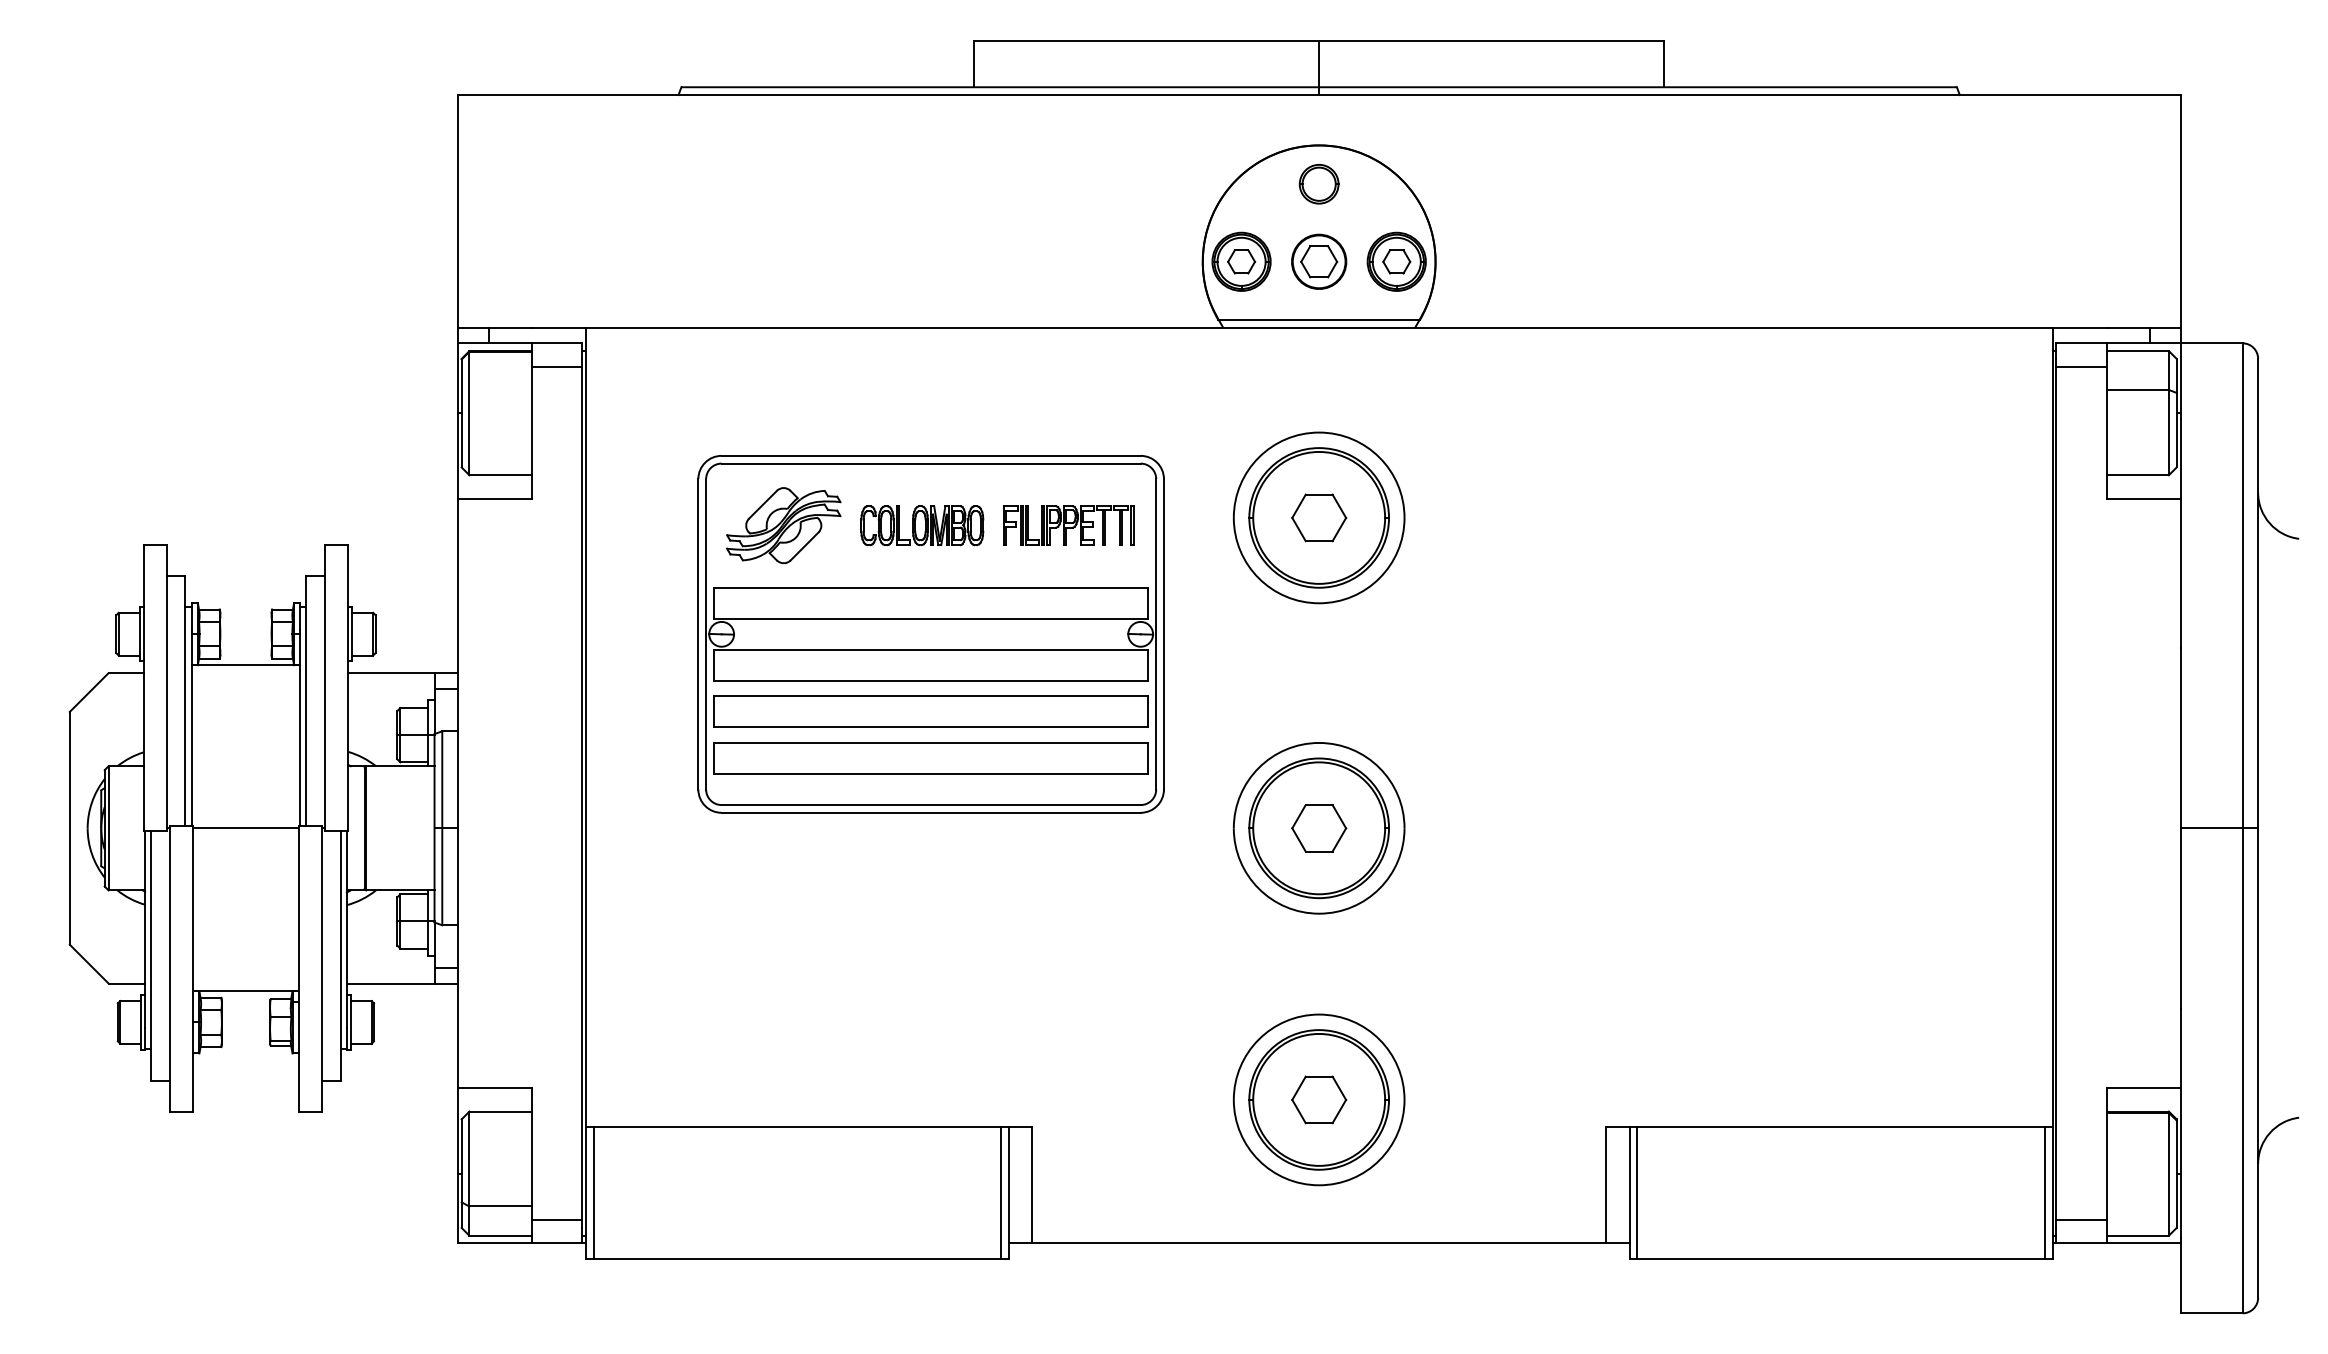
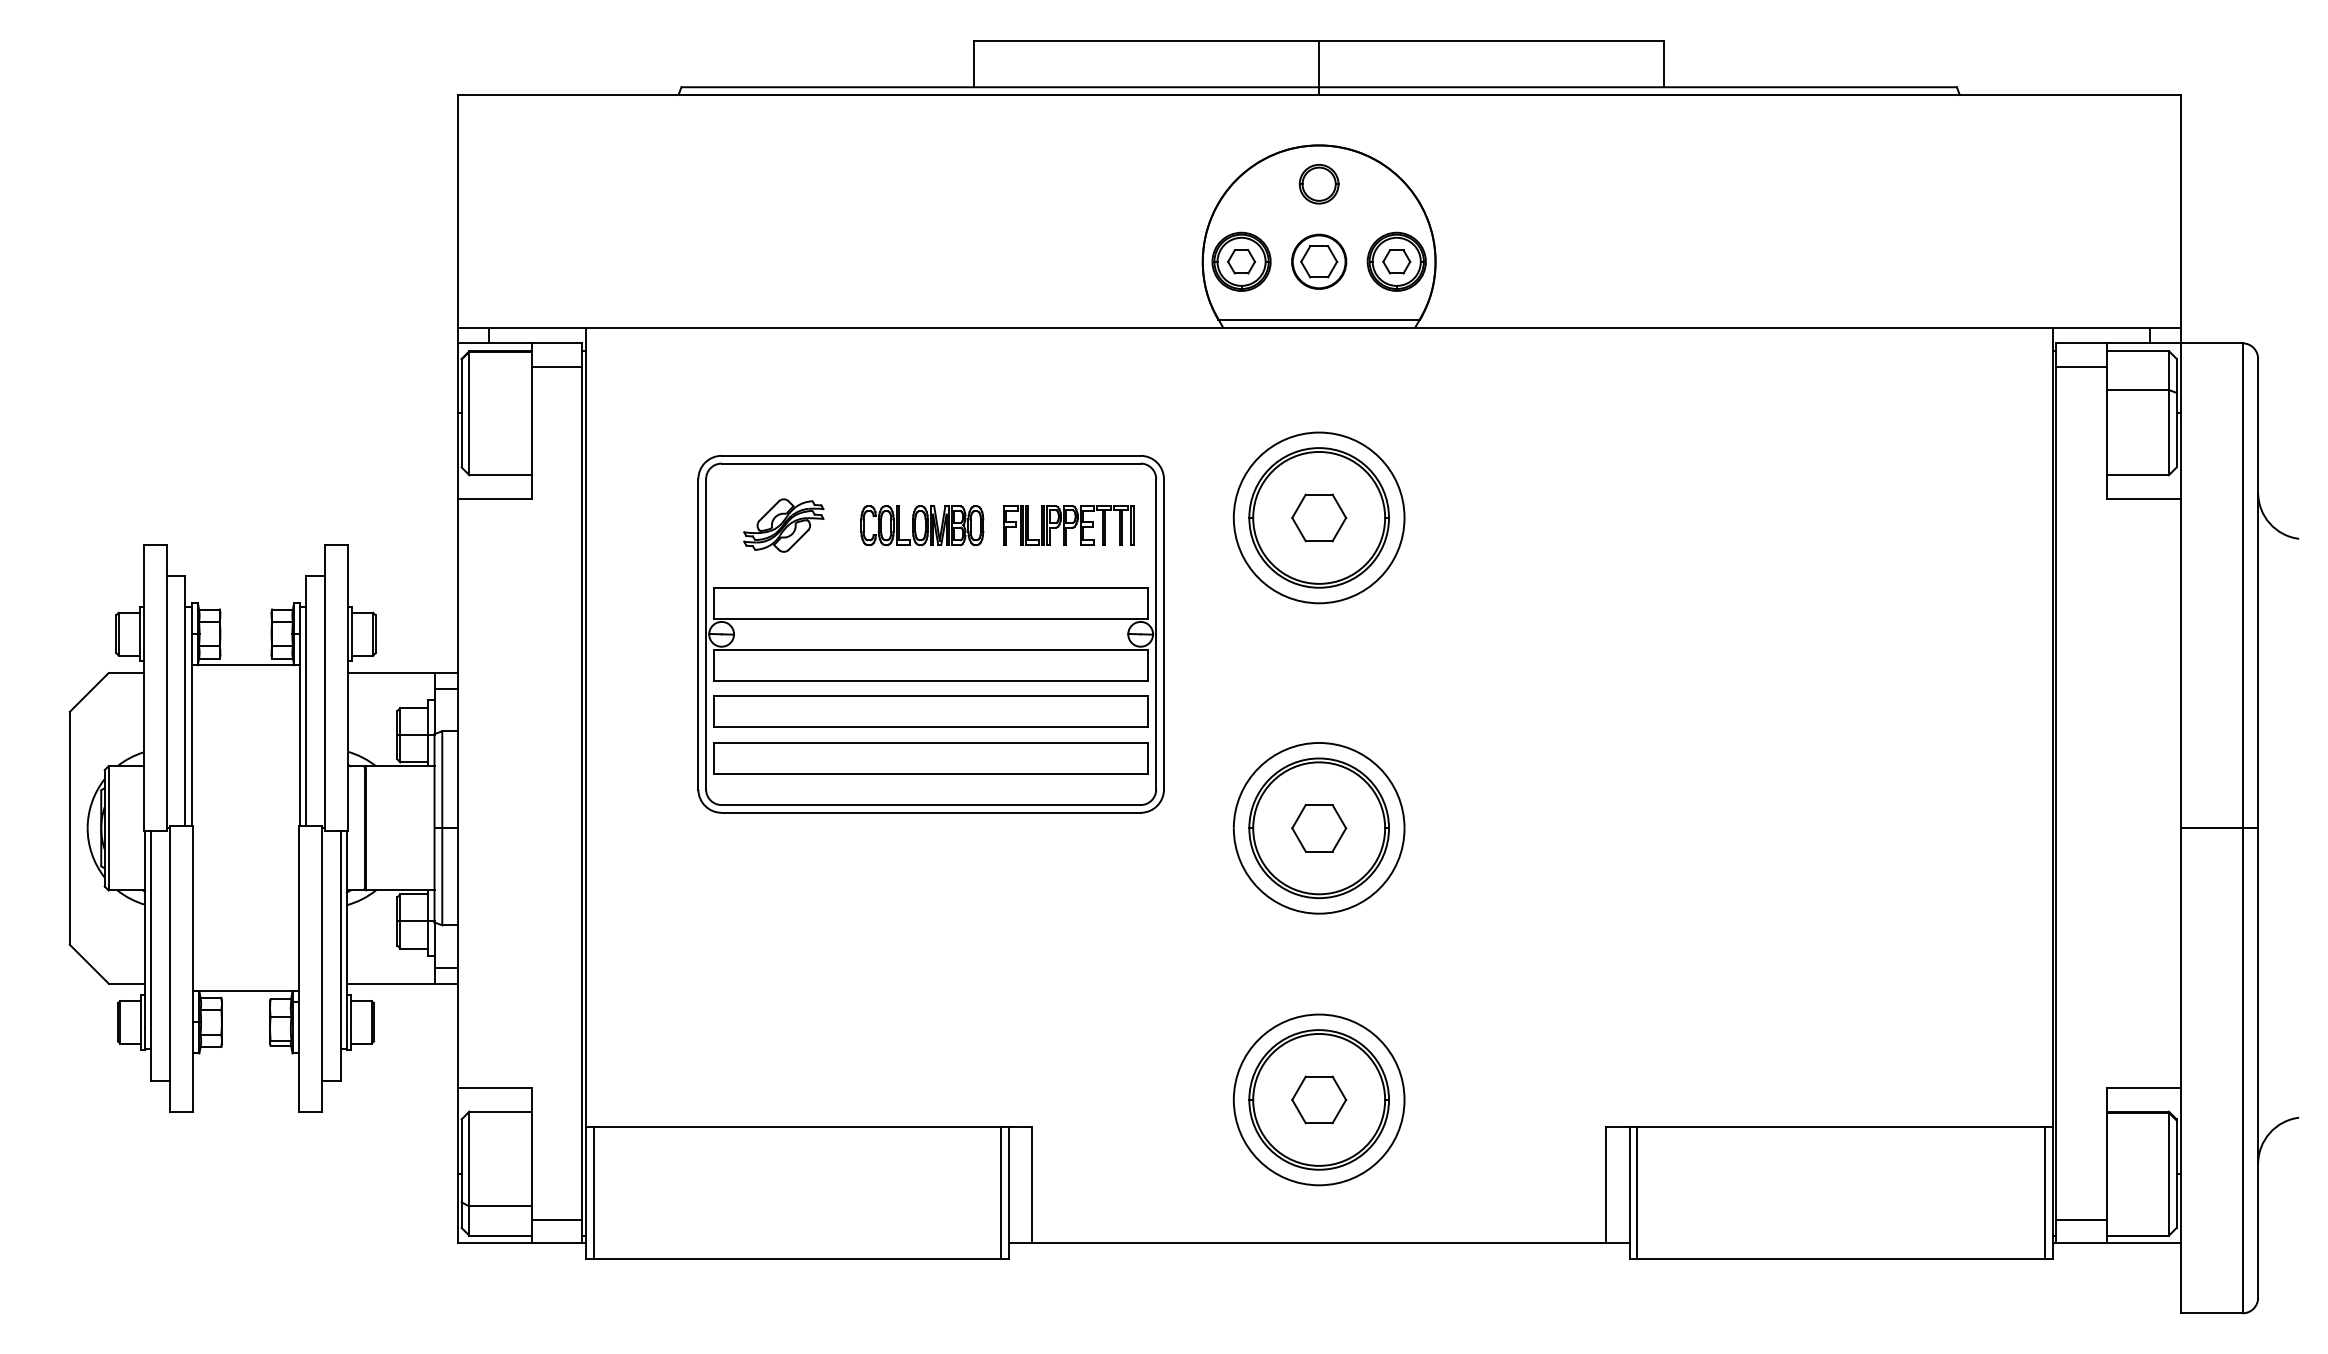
part at (783, 525) size: 116x77 px -> 82x55 px
line at (245, 828): present -> none
